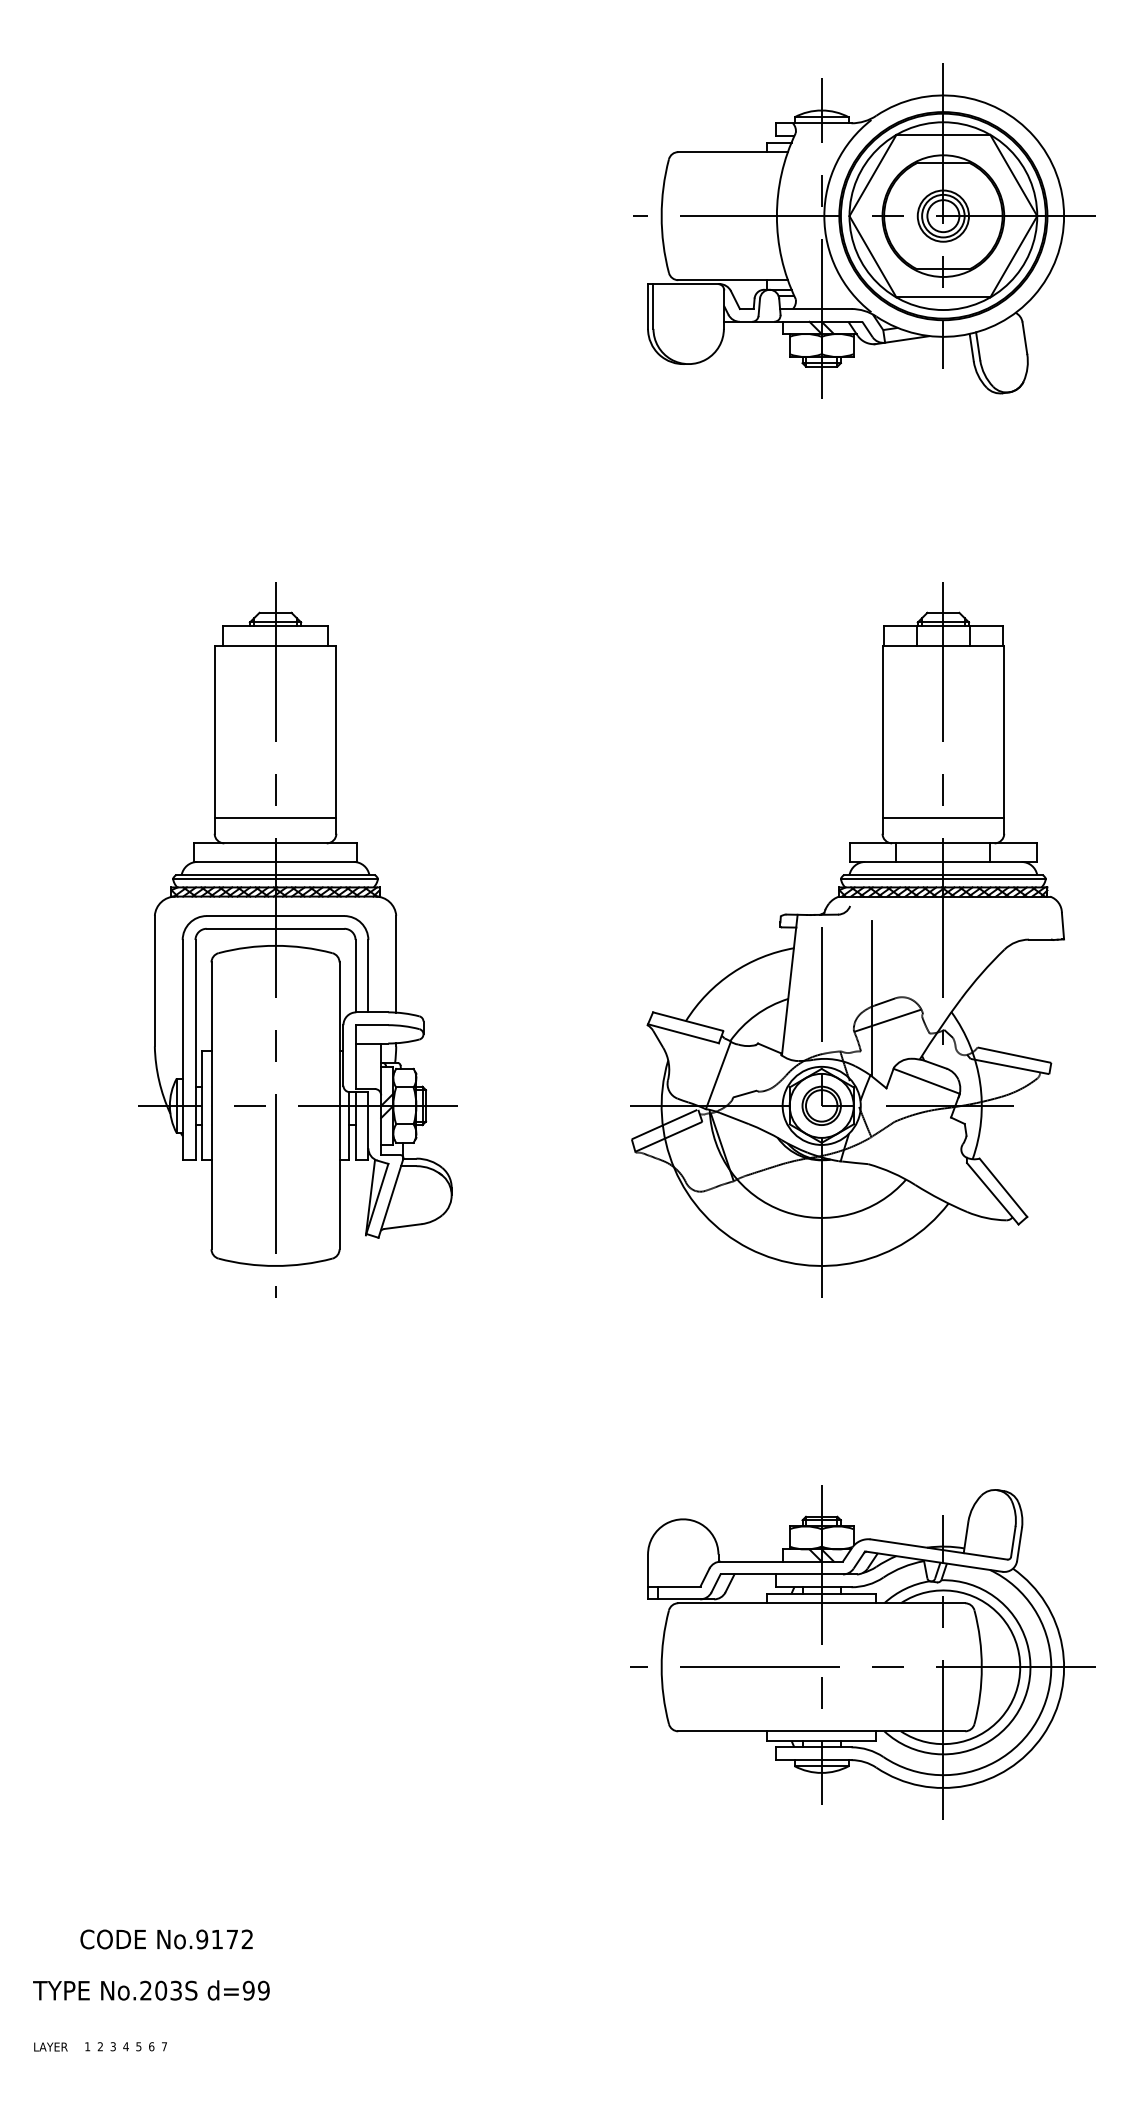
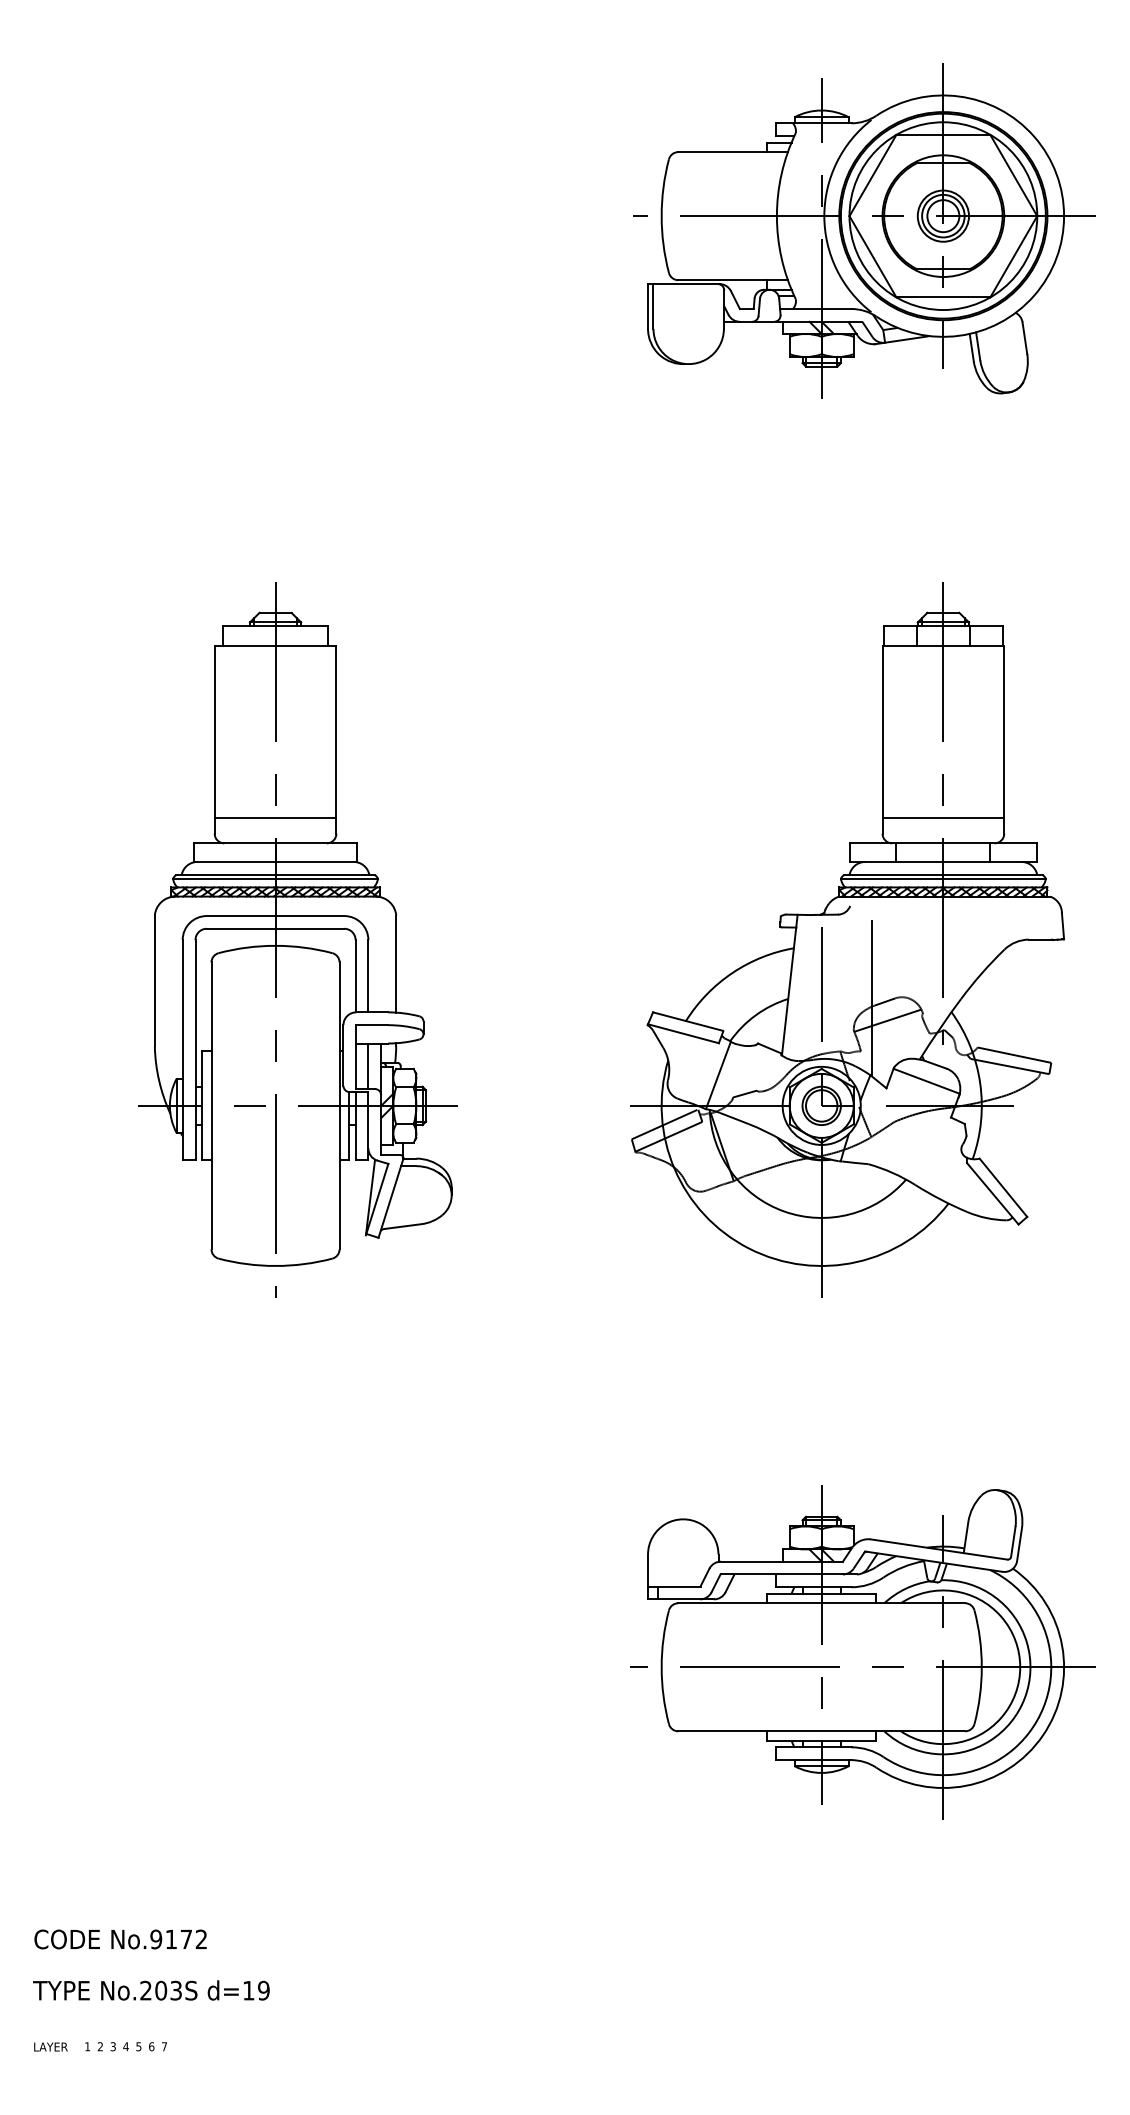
line at (368, 1065): none -> present
text at (166, 1939) position: (166, 1939) -> (120, 1939)
text at (248, 1990): d=99 -> d=19
